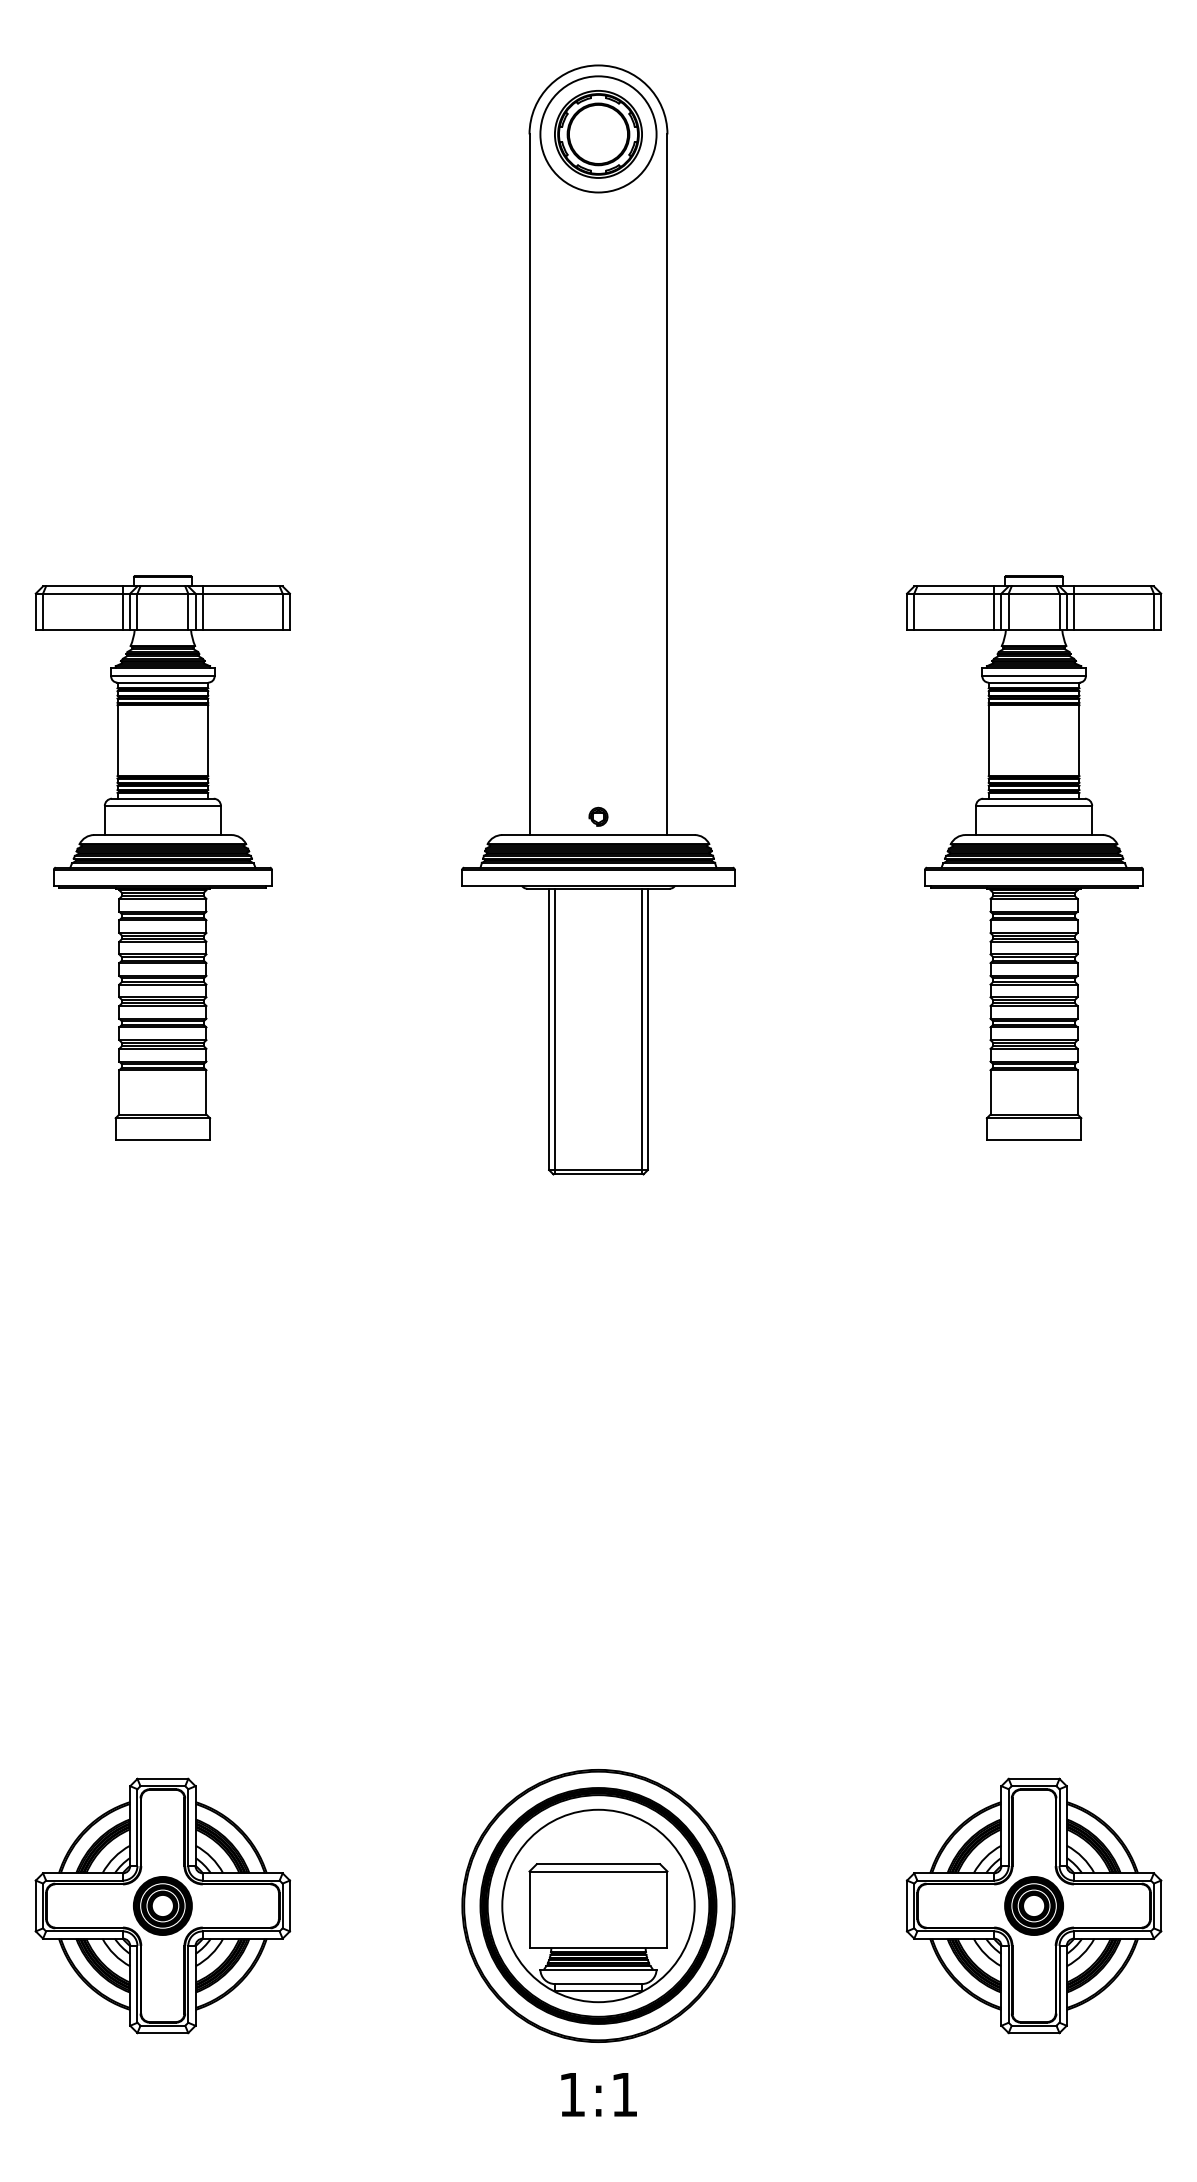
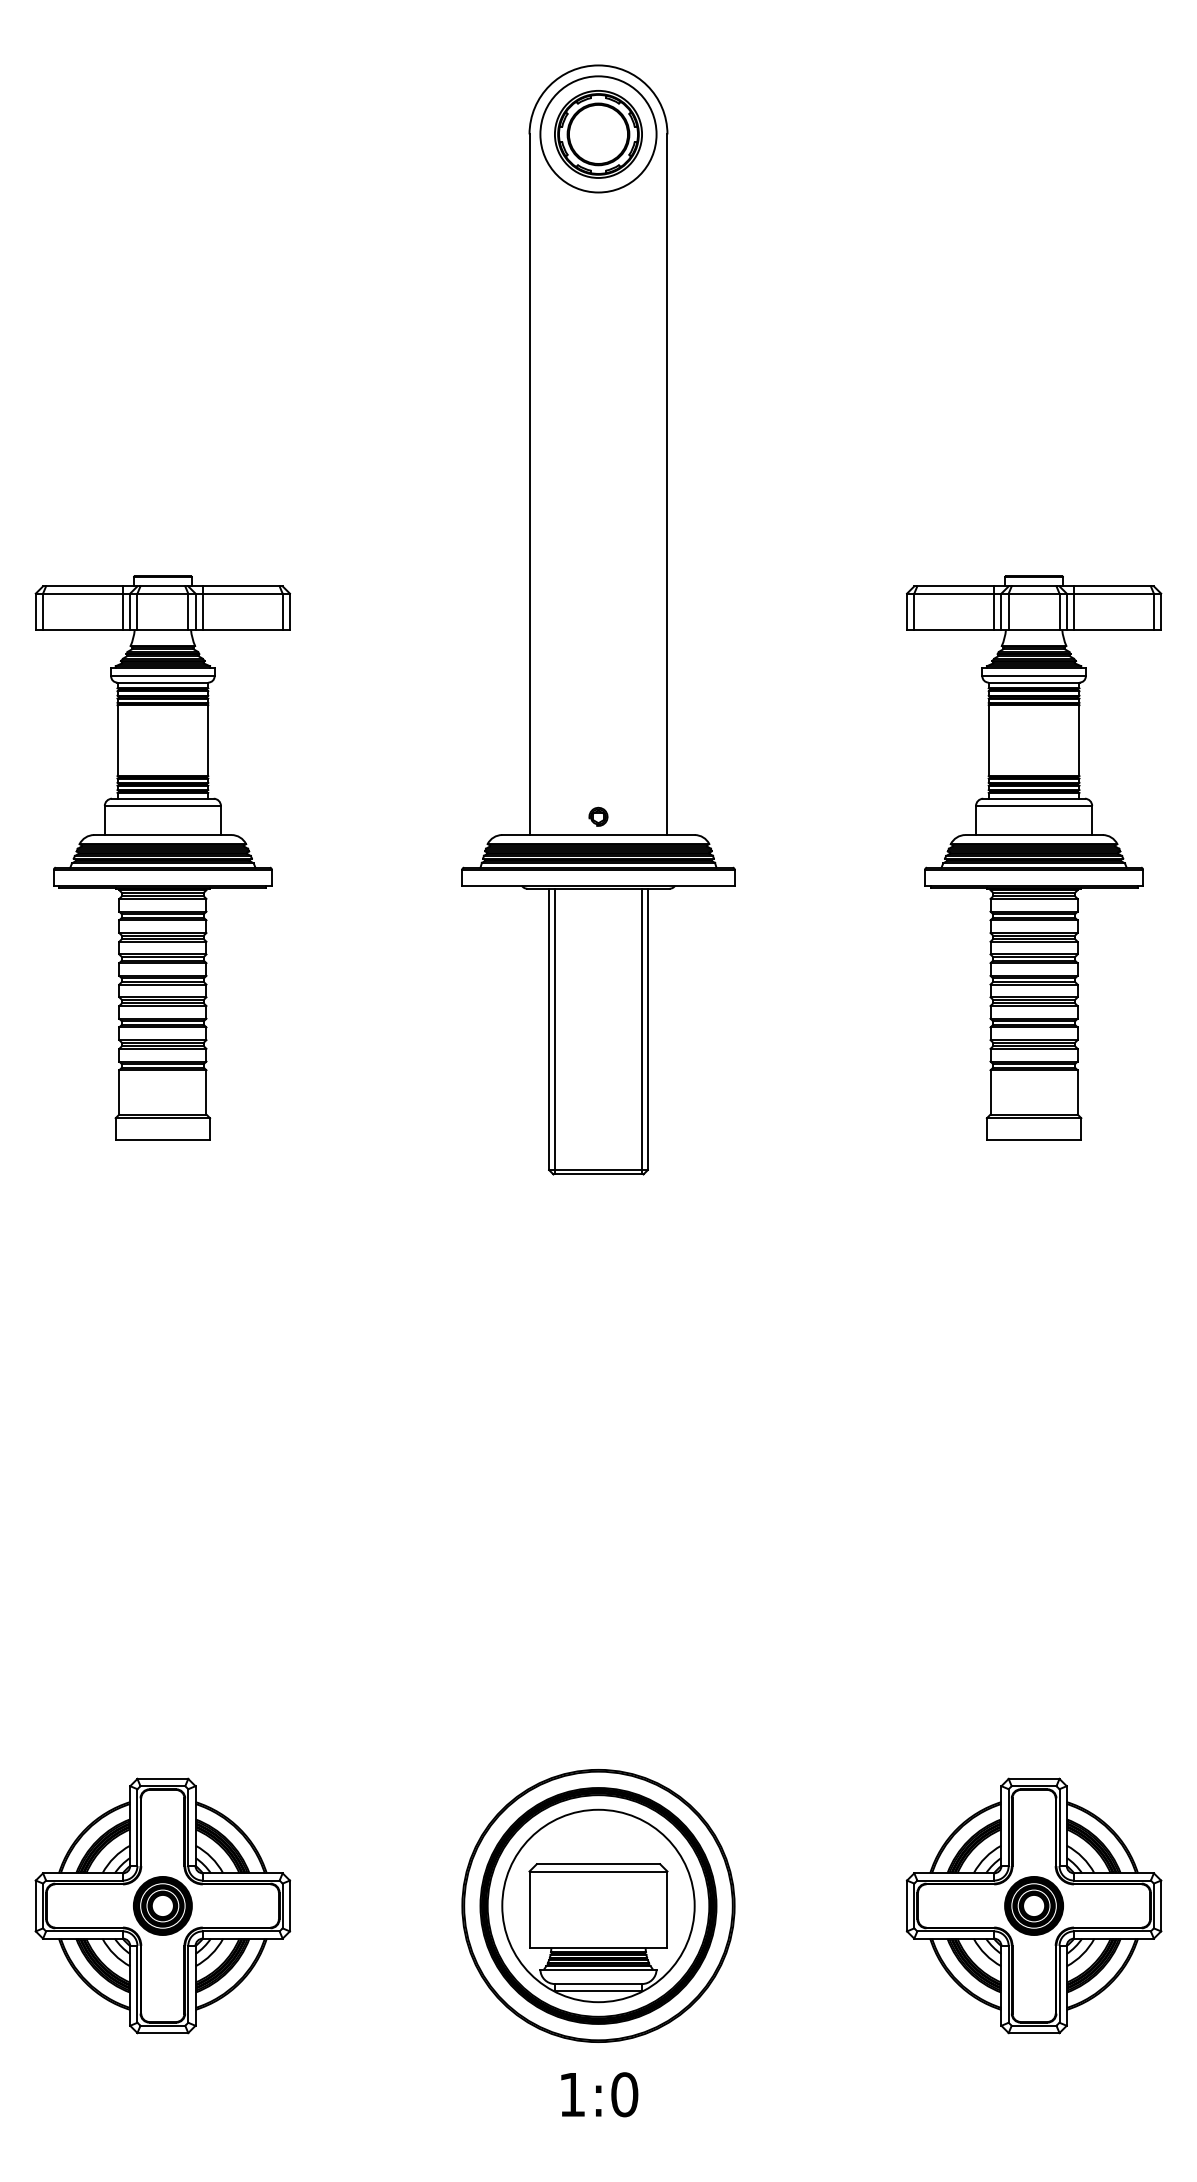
text at (624, 2094): 1:1 -> 1:0
